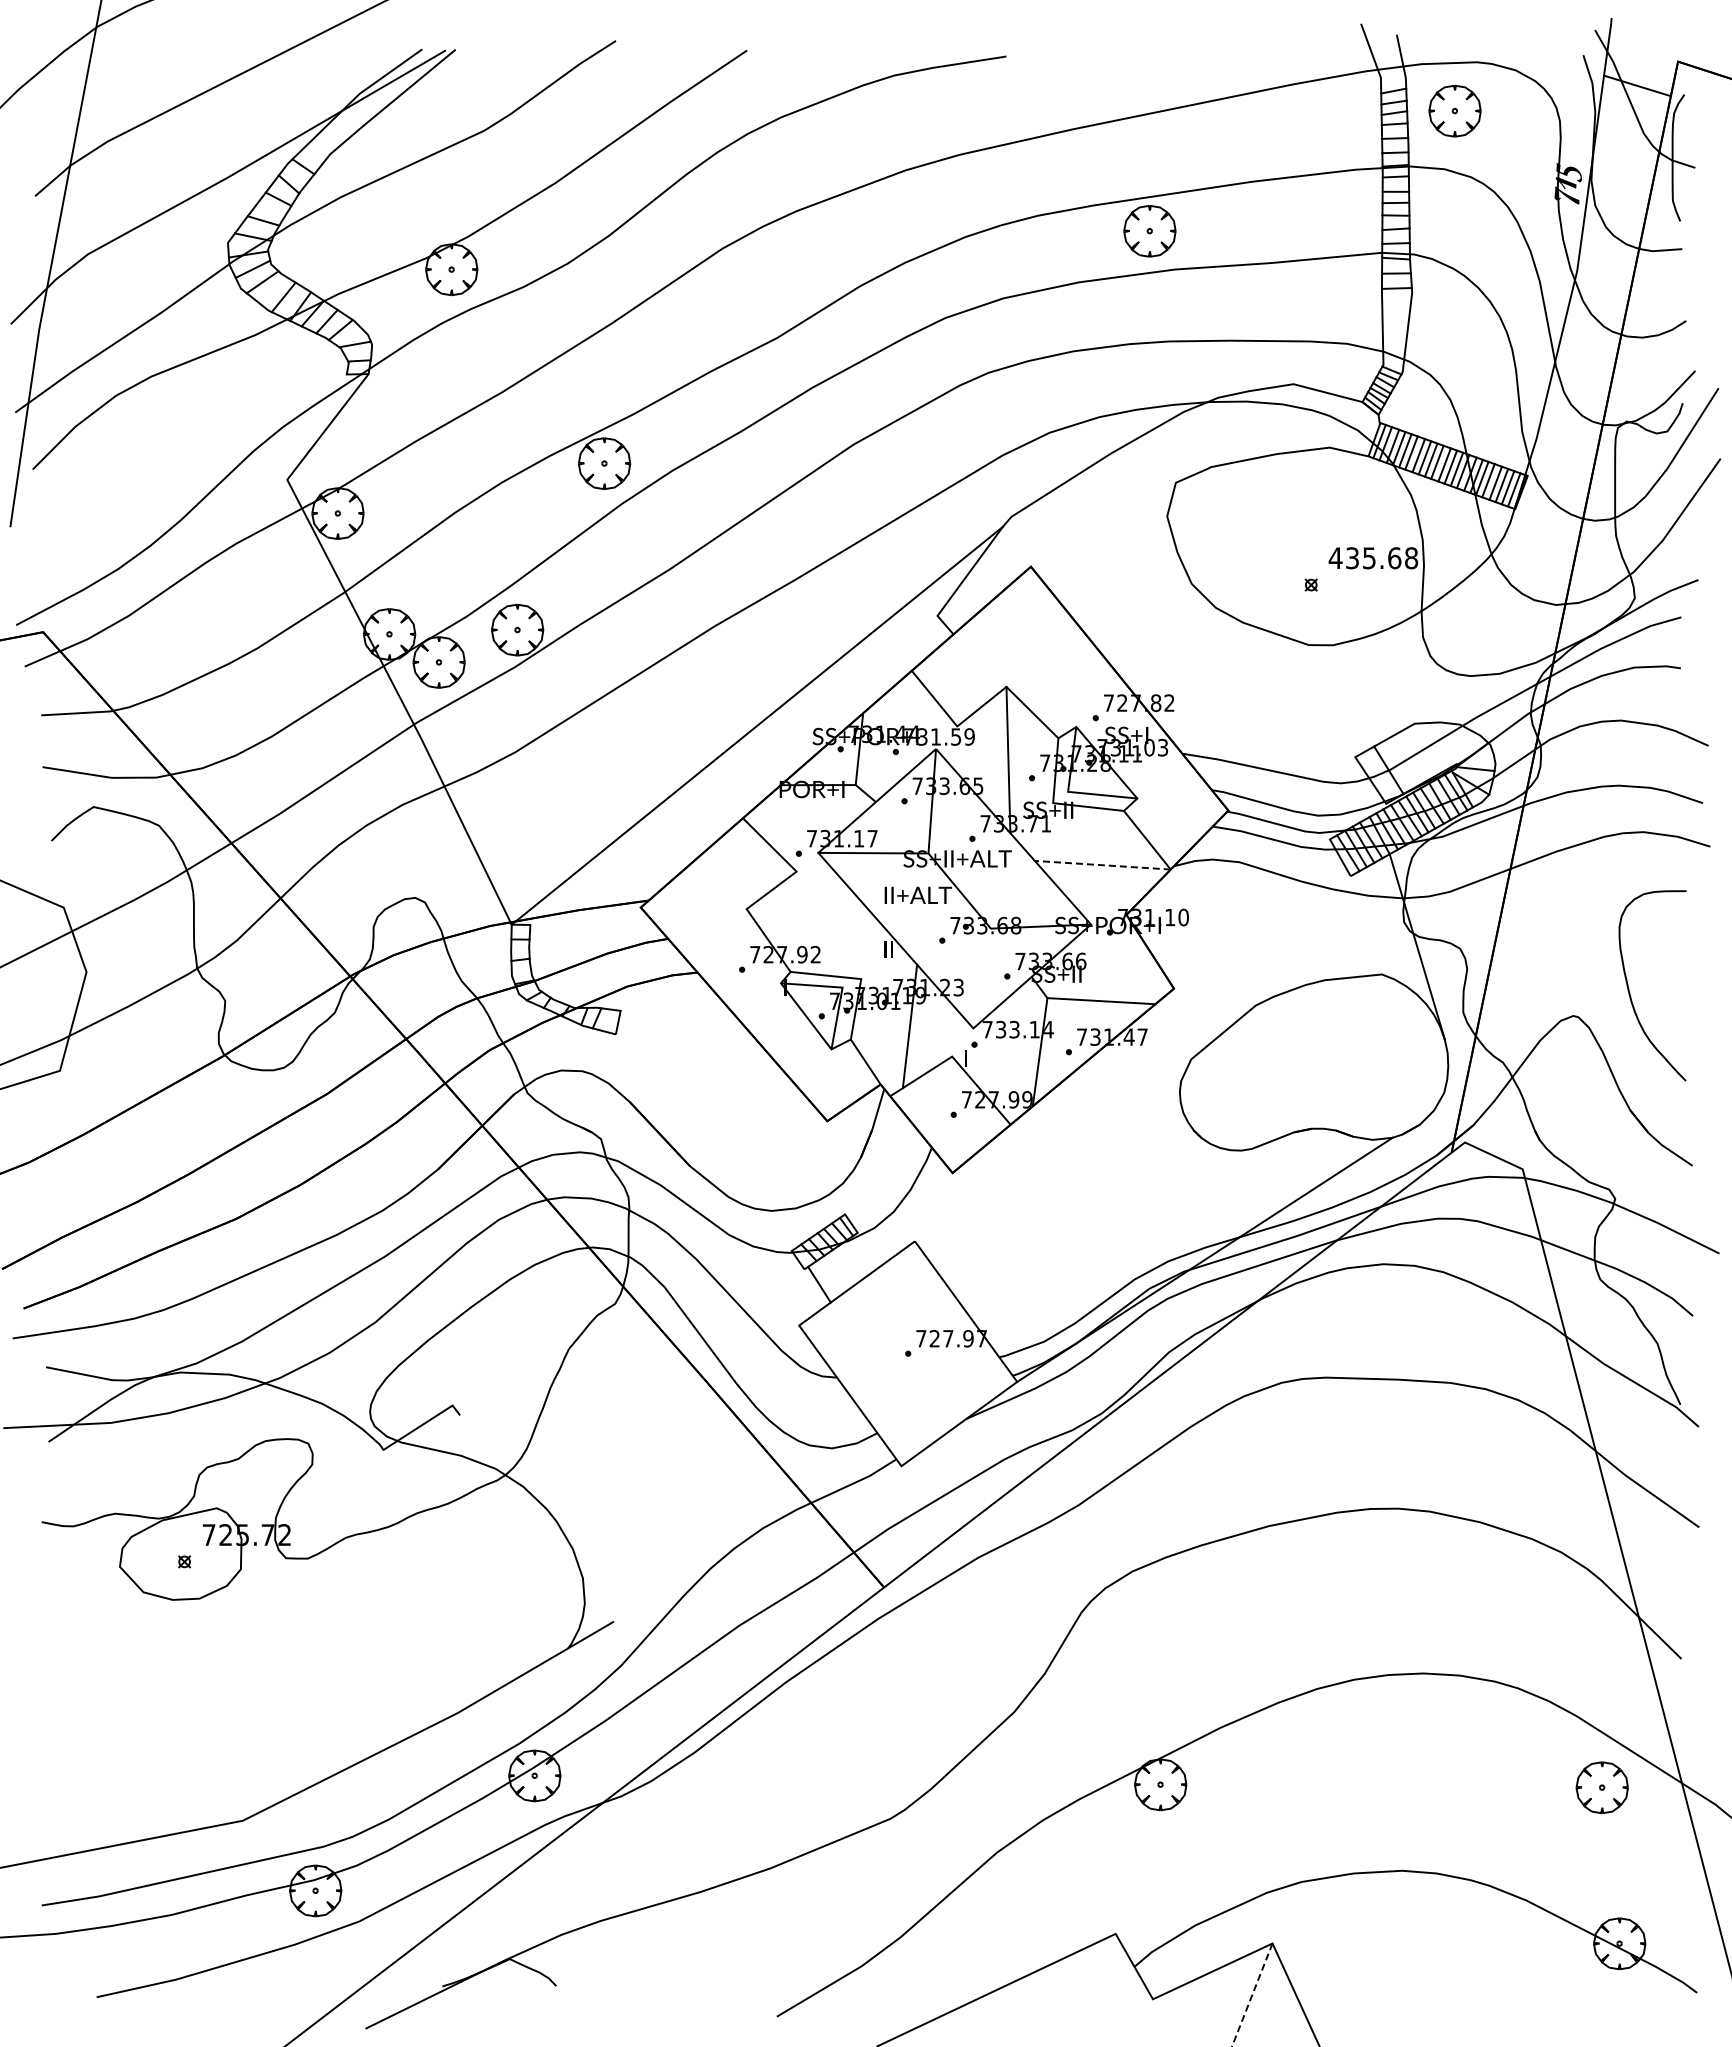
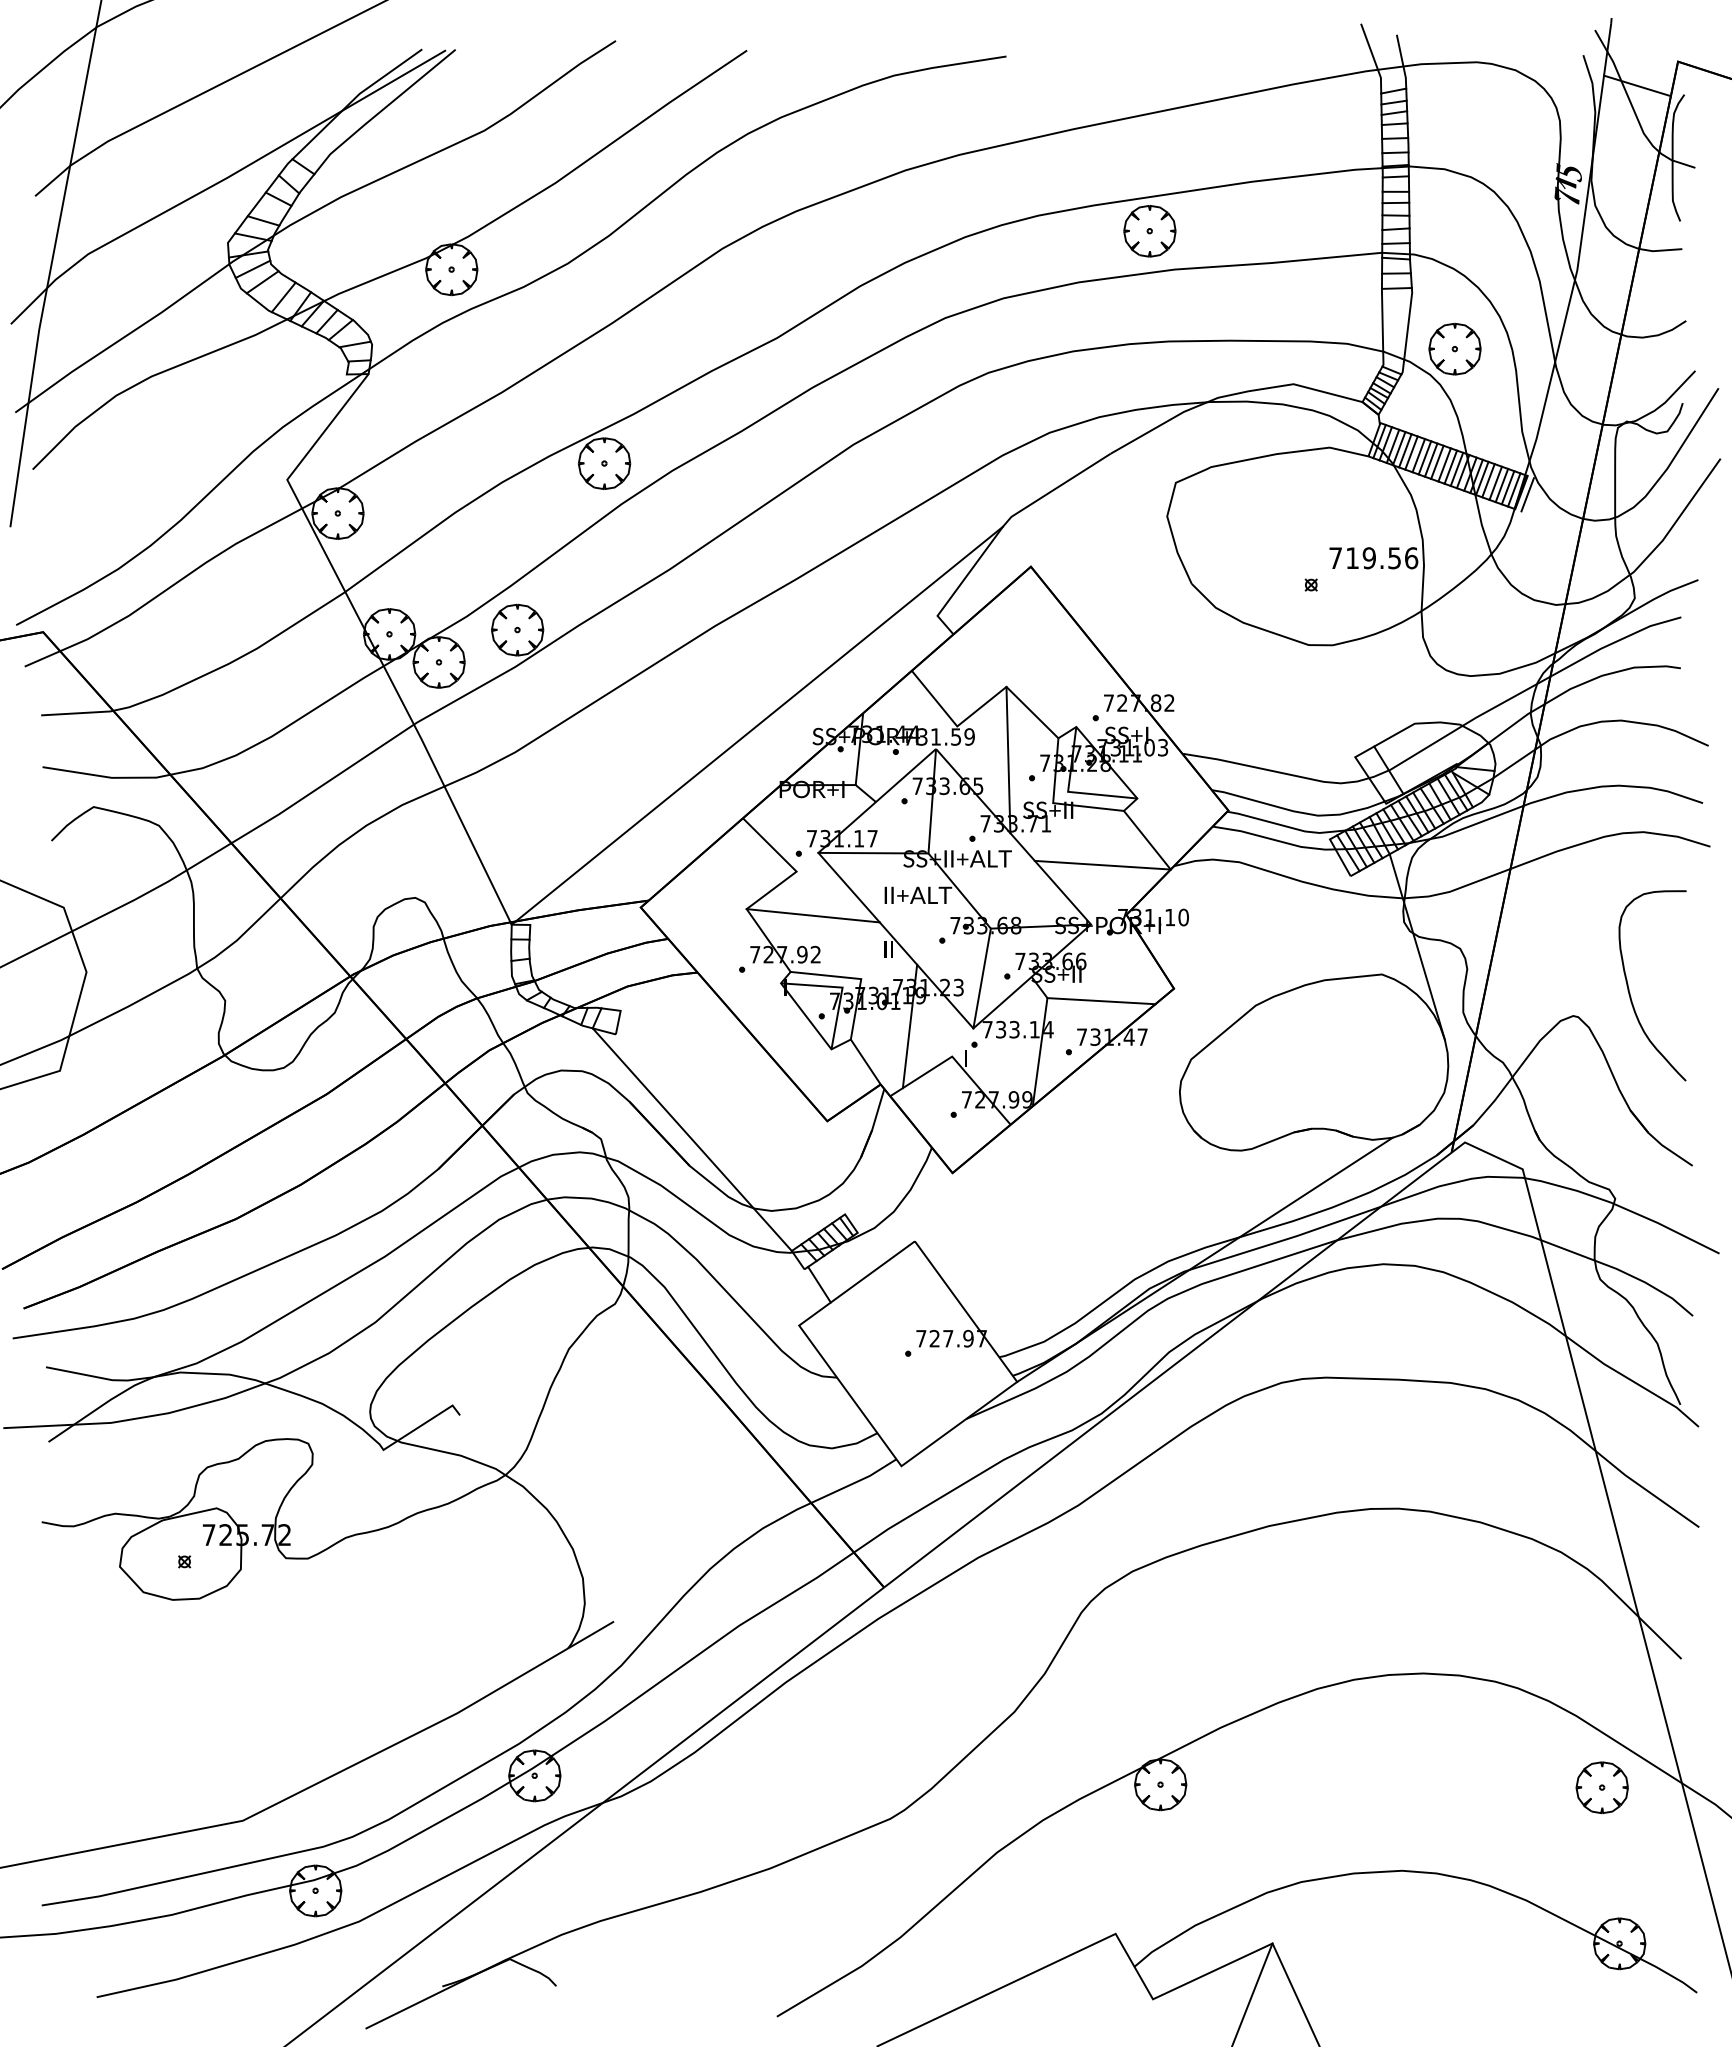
part at (1454, 110) position: (1454, 110) -> (1454, 348)
line at (1527, 494): none -> present
text at (1373, 558): 435.68 -> 719.56
line at (1102, 865): dashed -> solid
line at (812, 915): none -> present
line at (981, 978): none -> present
line at (691, 1139): none -> present
line at (1252, 1995): dashed -> solid
